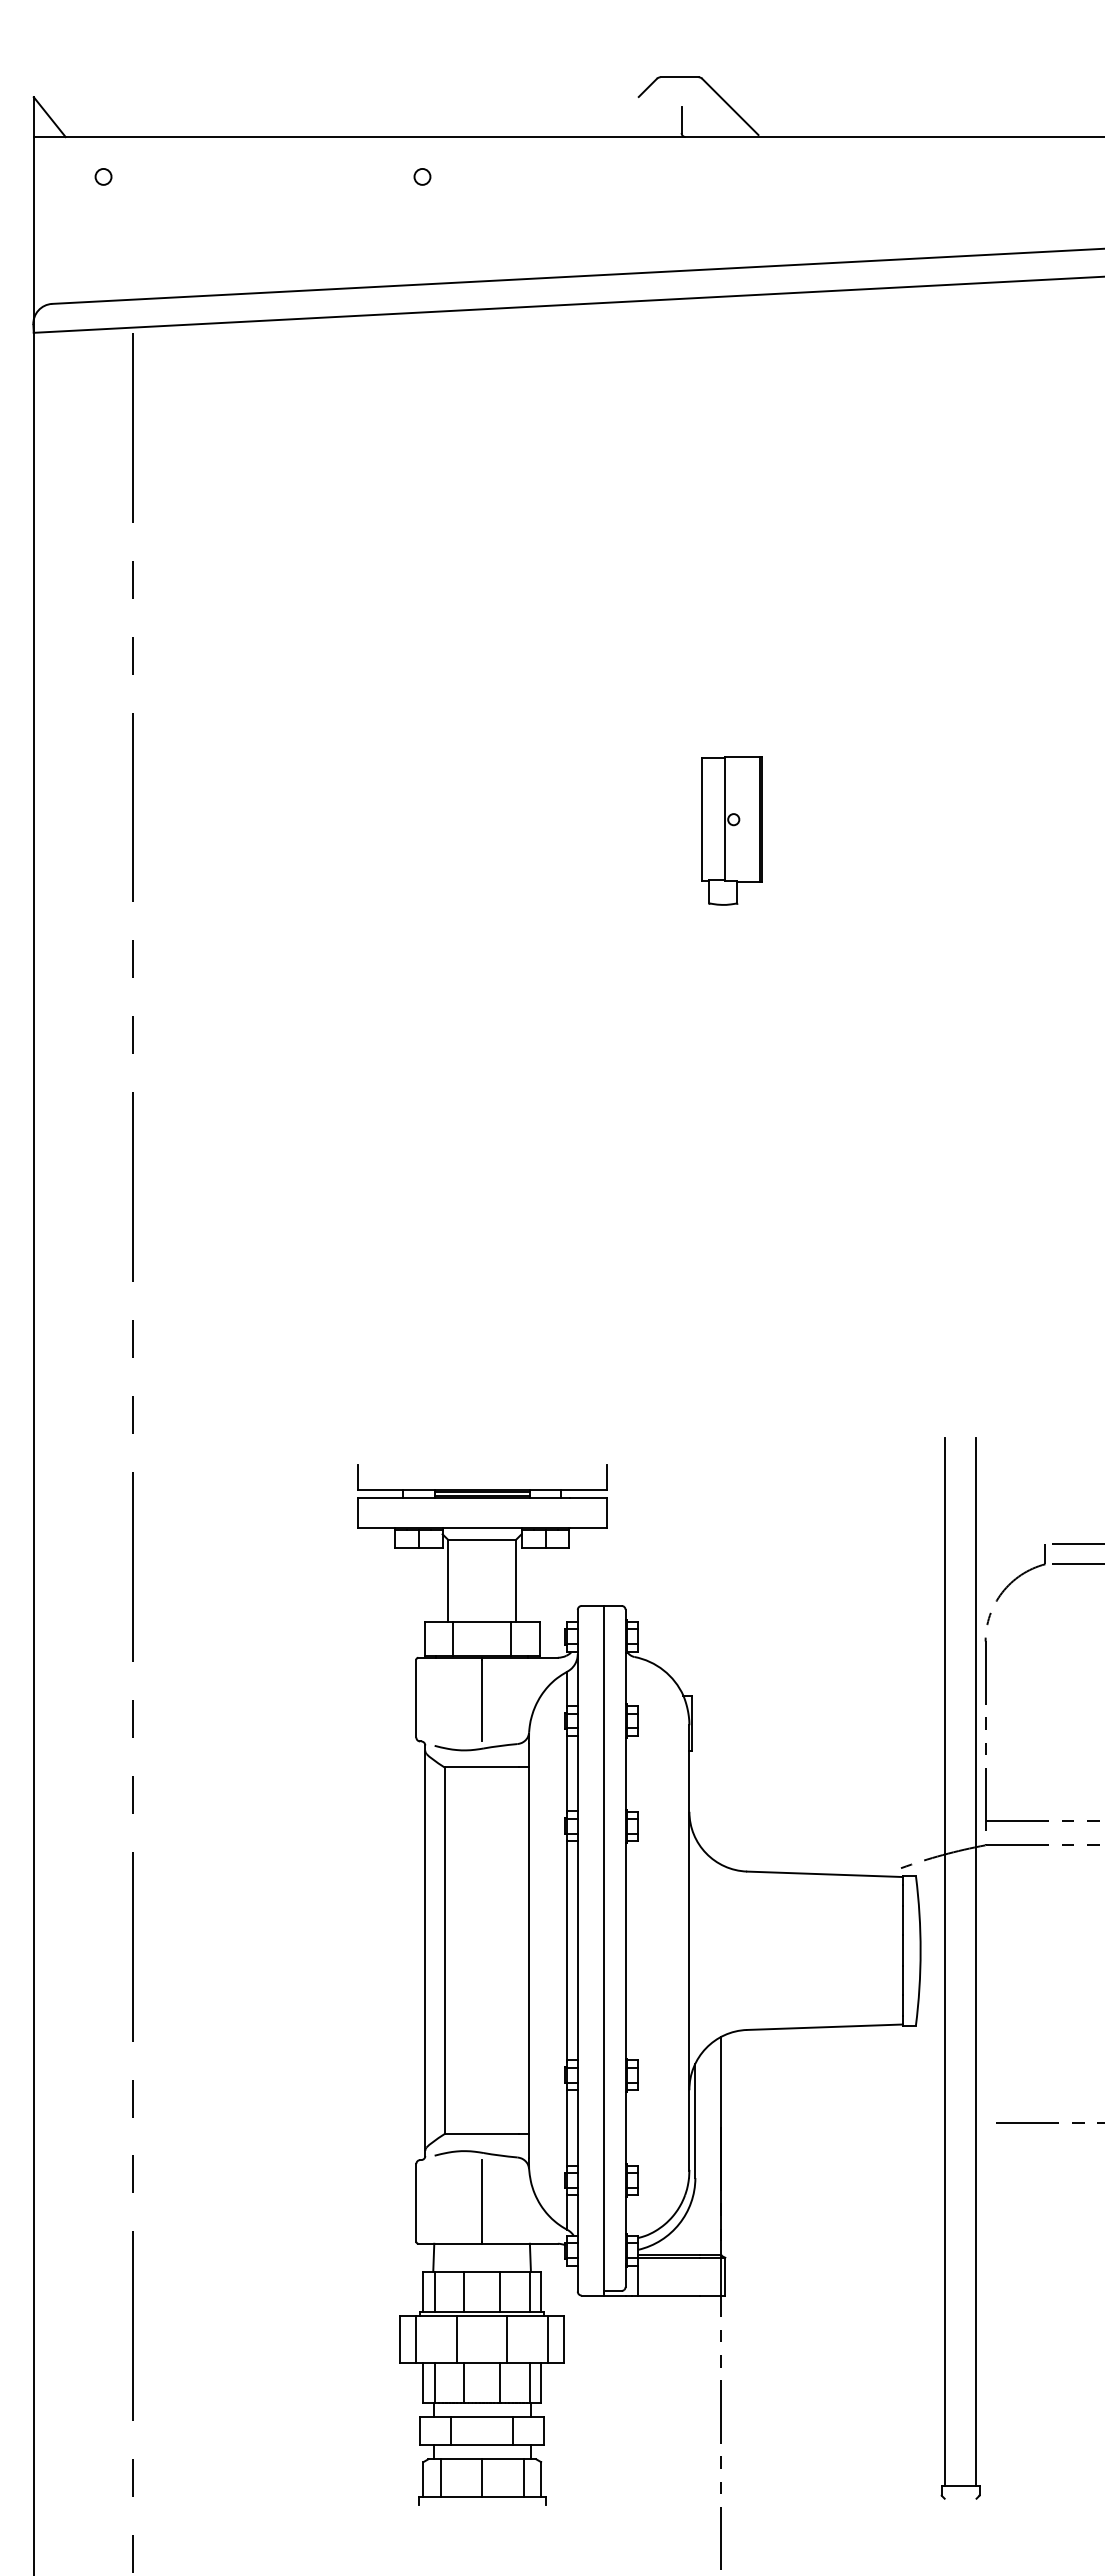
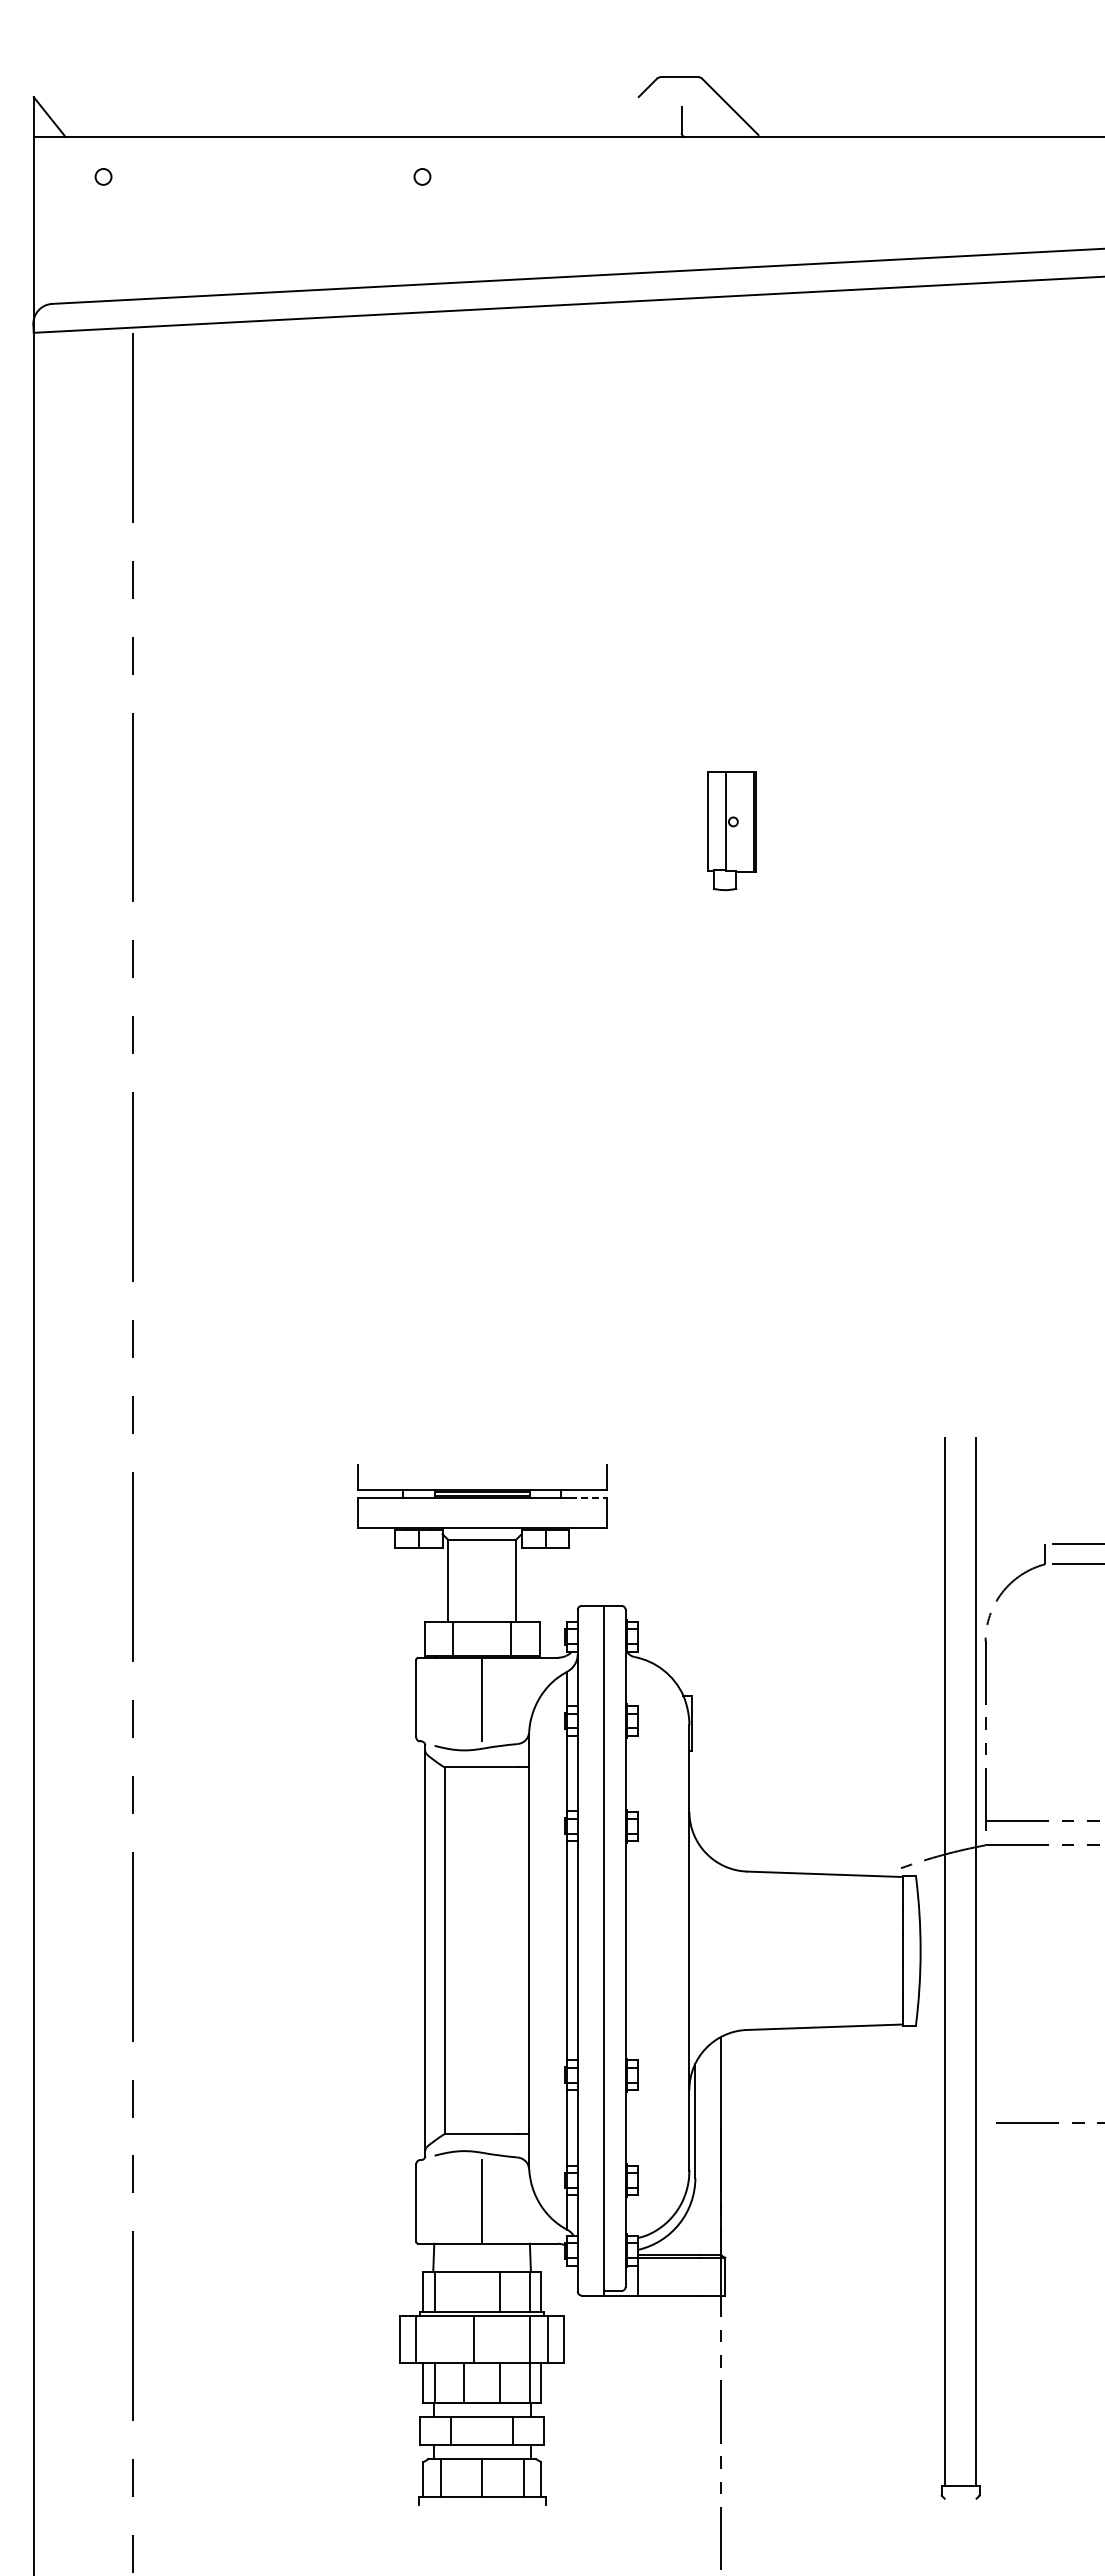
part at (731, 830) size: 62x150 px -> 50x120 px
line at (588, 1498): solid -> dashed
line at (463, 2291): present -> none
line at (456, 2339) position: (456, 2339) -> (473, 2339)
line at (507, 2339) position: (507, 2339) -> (530, 2339)
